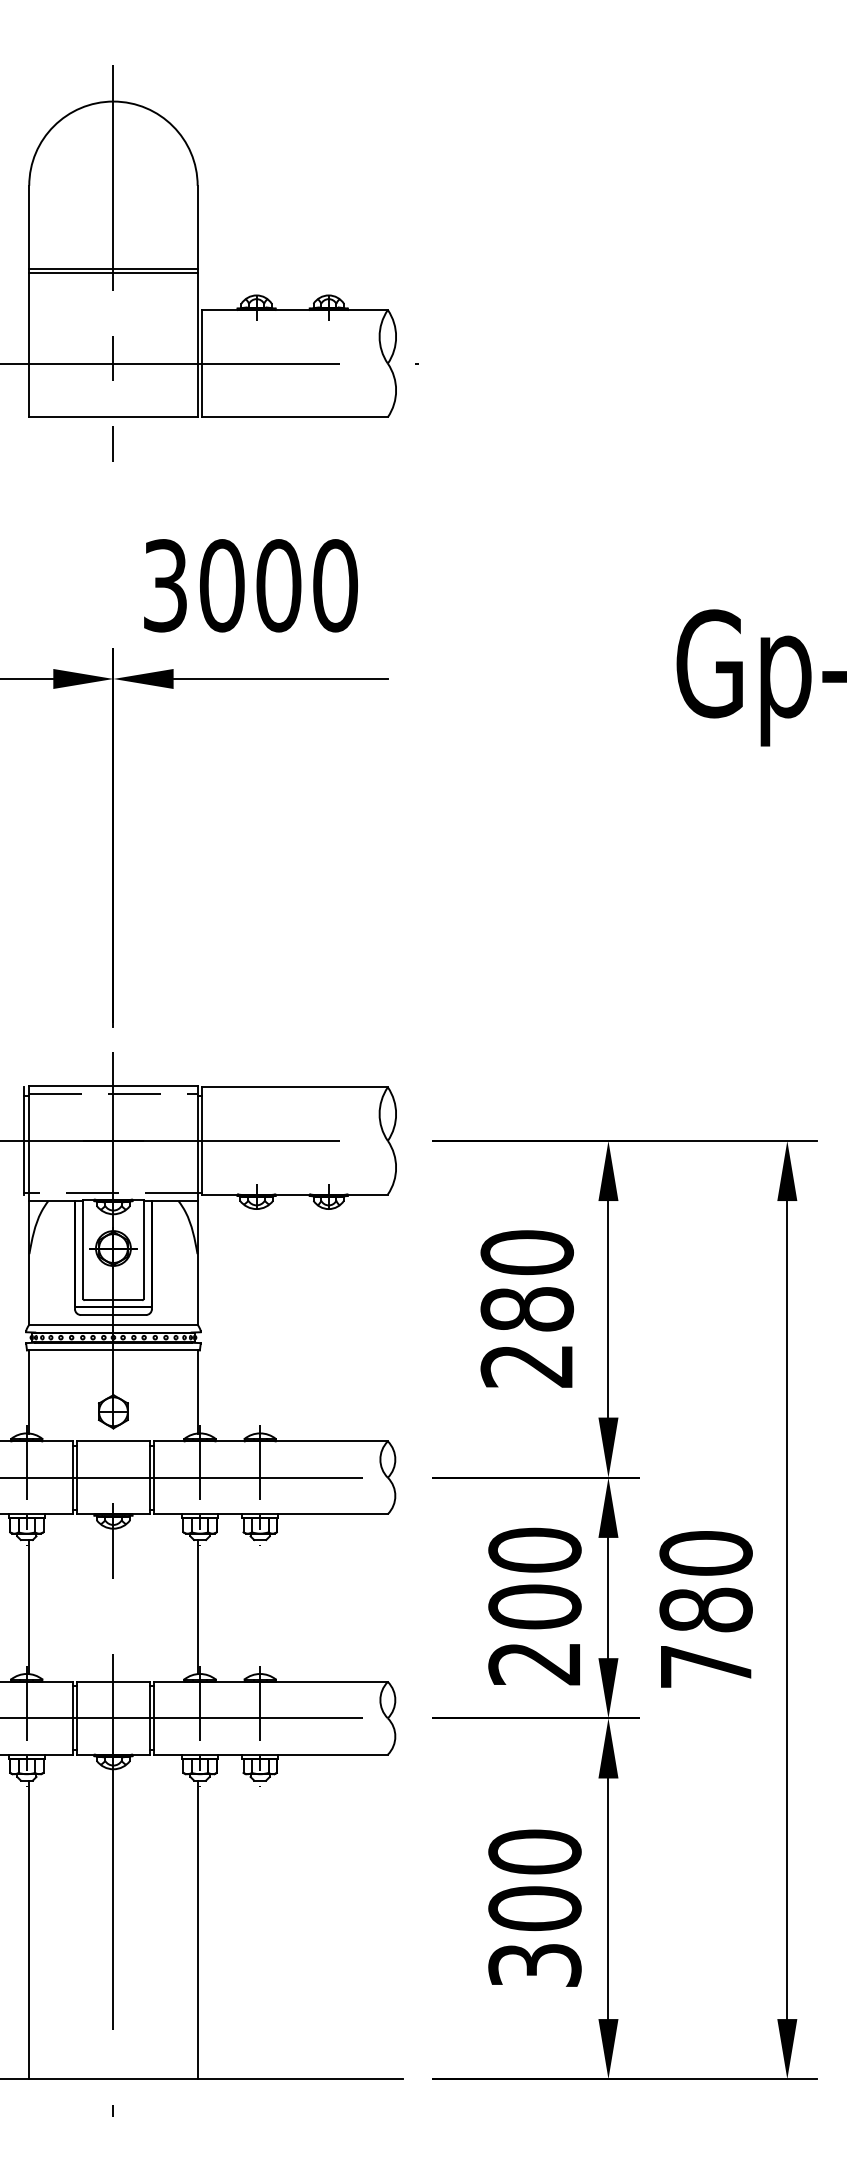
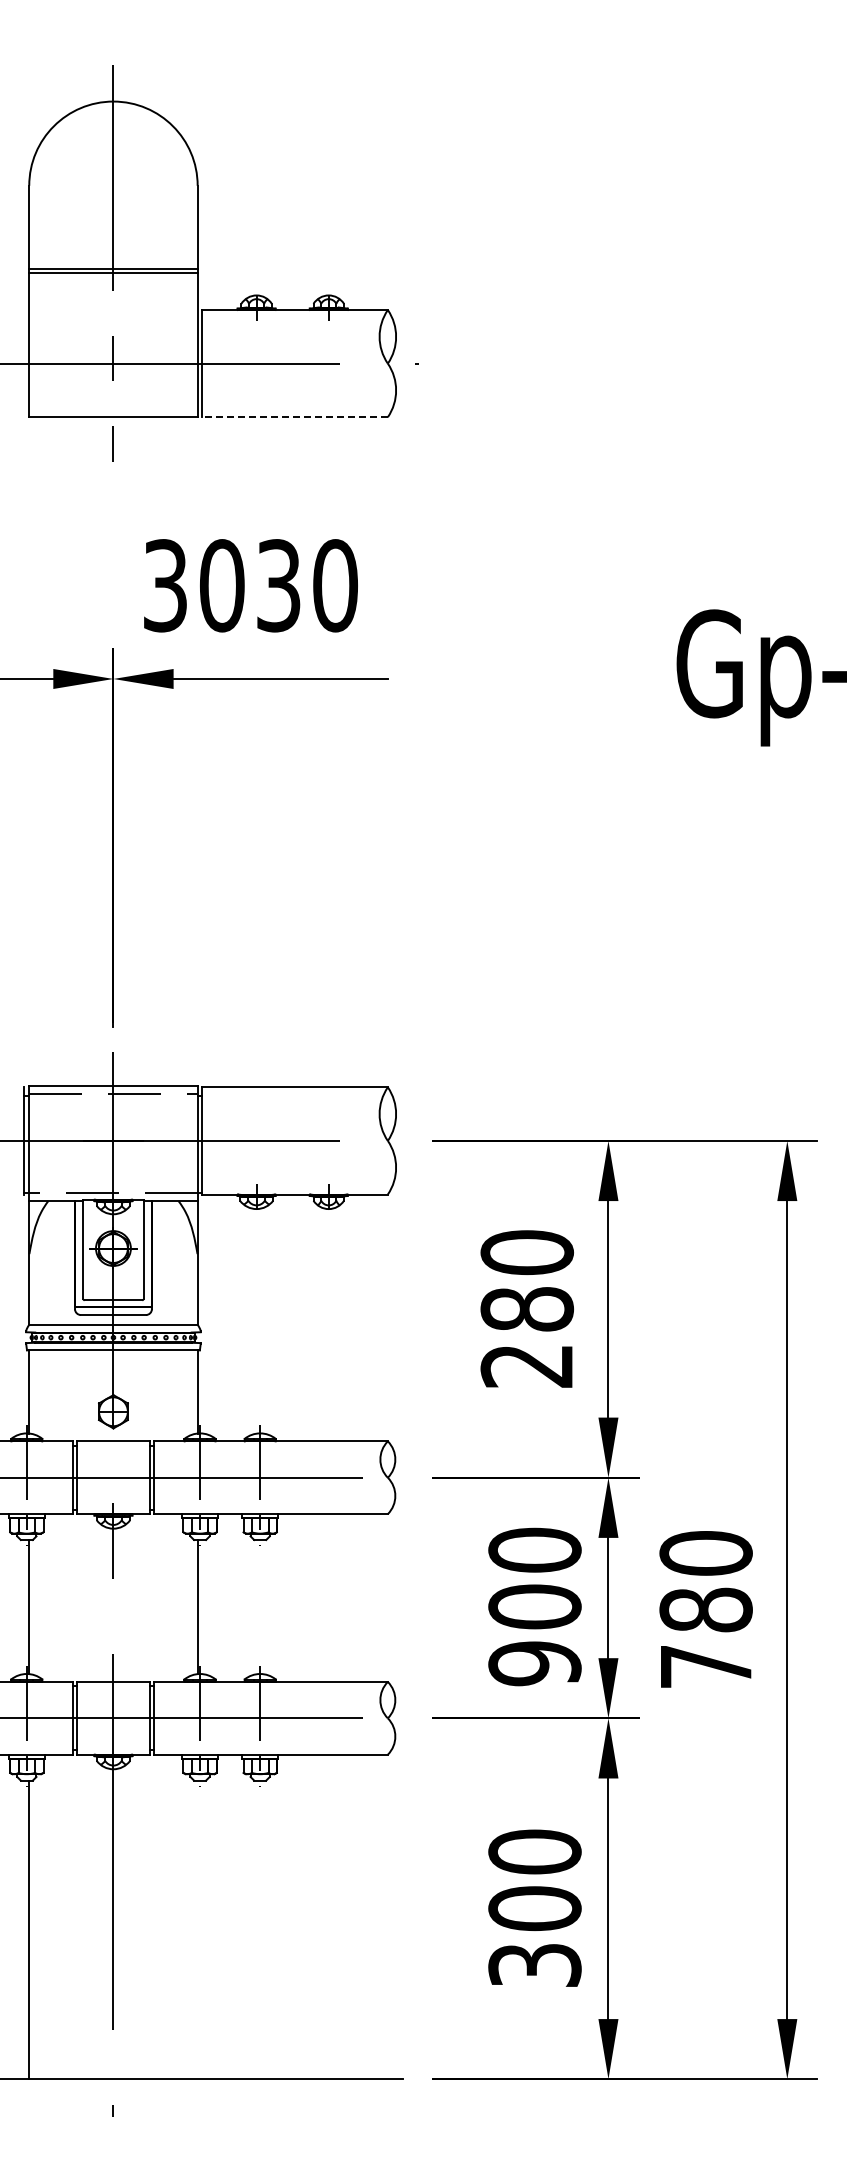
line at (295, 417): solid -> dashed
text at (278, 585): 3000 -> 3030
text at (534, 1663): 200 -> 900
line at (197, 1929): present -> none
